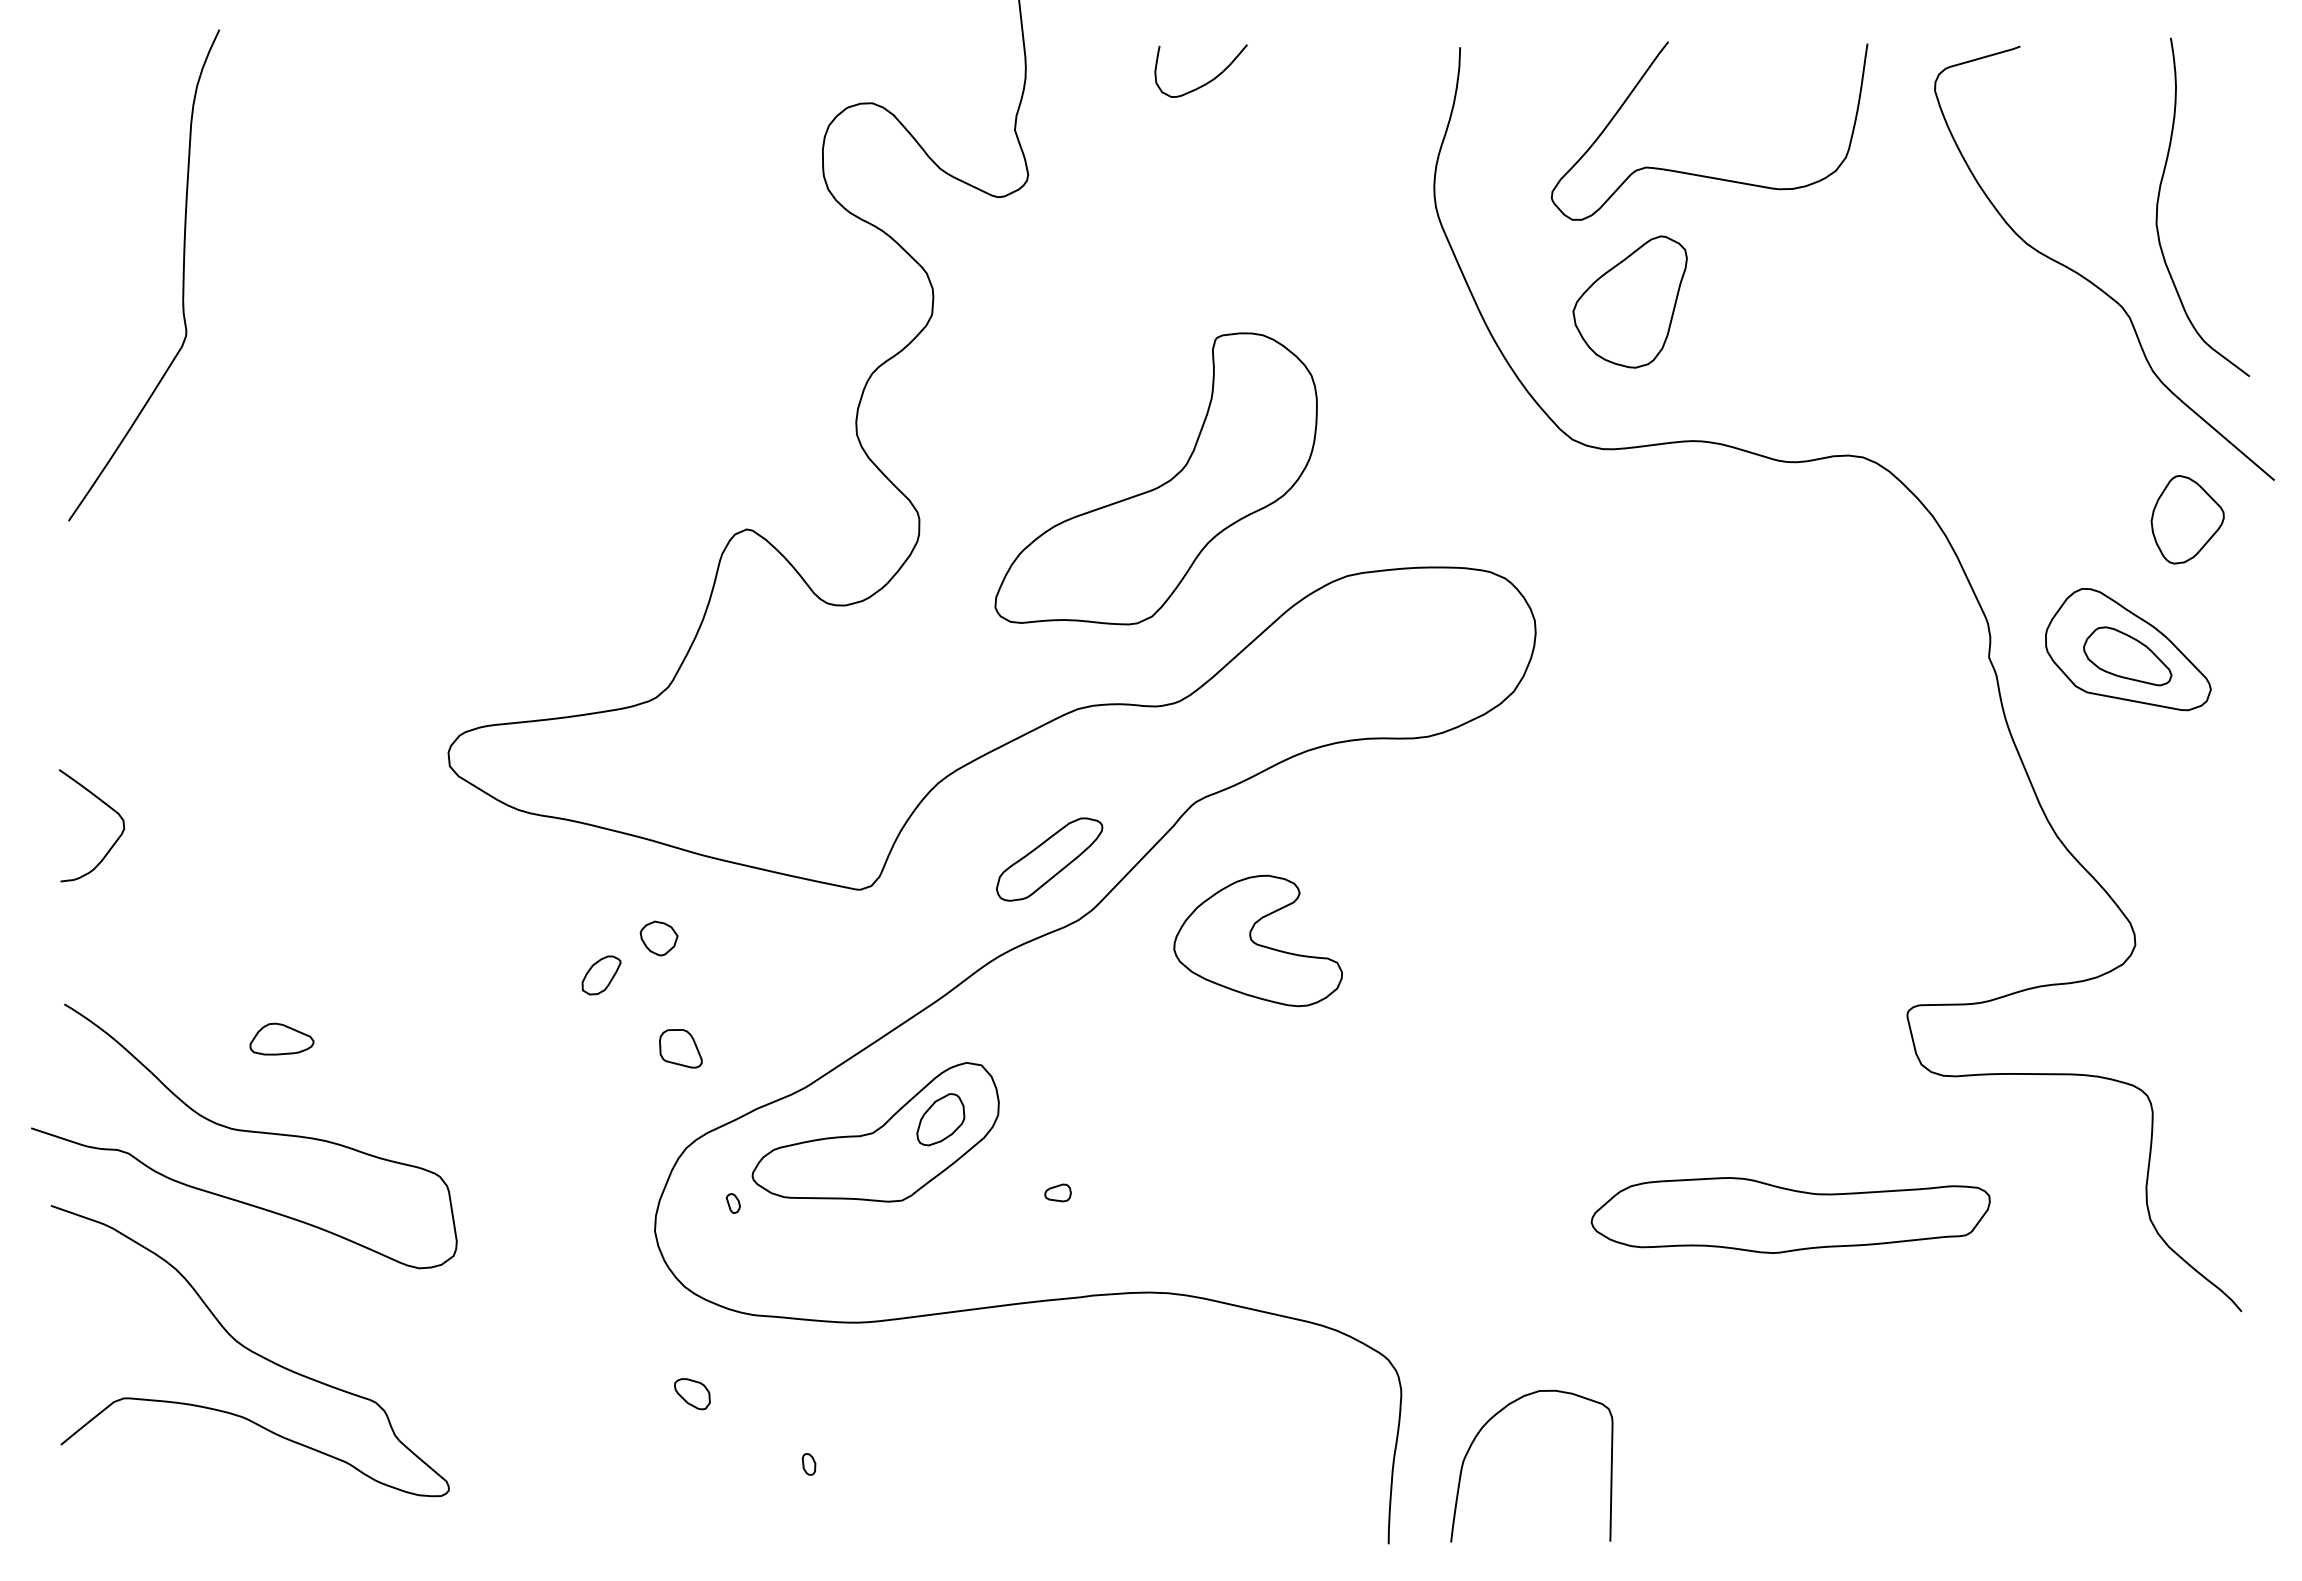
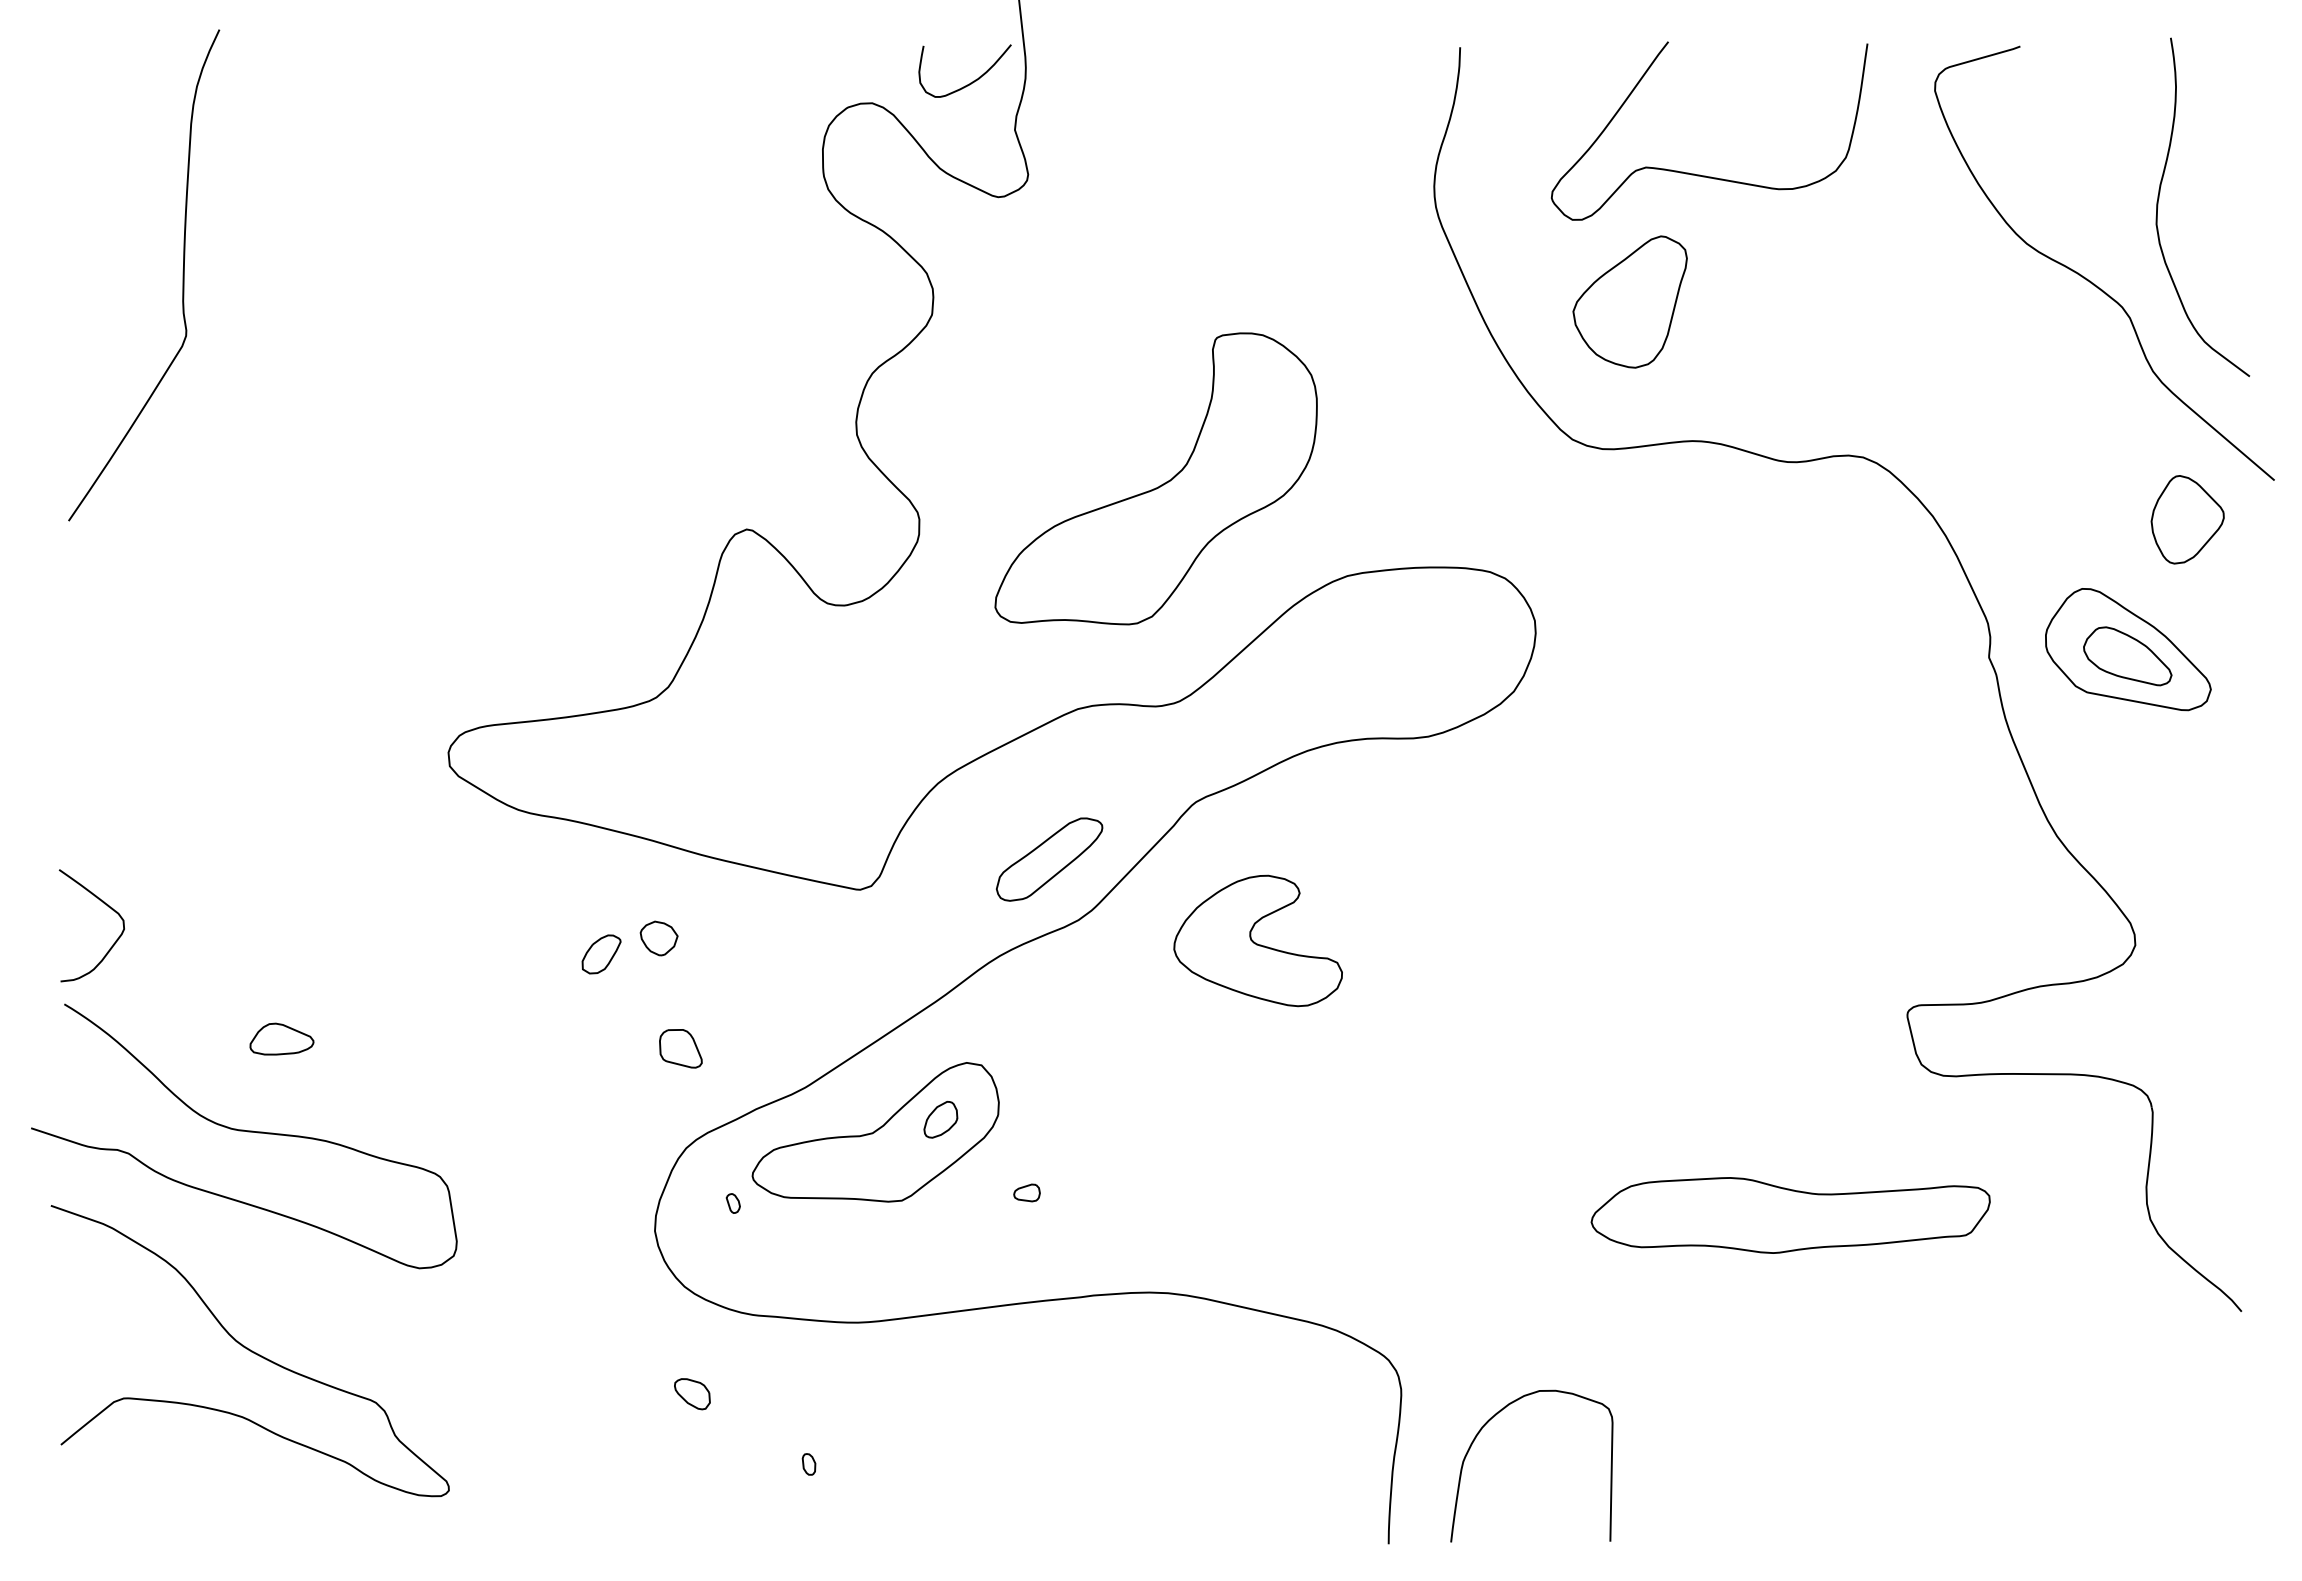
curve at (1206, 82) position: (1206, 82) -> (970, 82)
curve at (104, 804) position: (104, 804) -> (104, 904)
part at (601, 975) position: (601, 975) -> (601, 954)
part at (940, 1119) size: 50x54 px -> 36x38 px
part at (1057, 1192) position: (1057, 1192) -> (1026, 1192)
